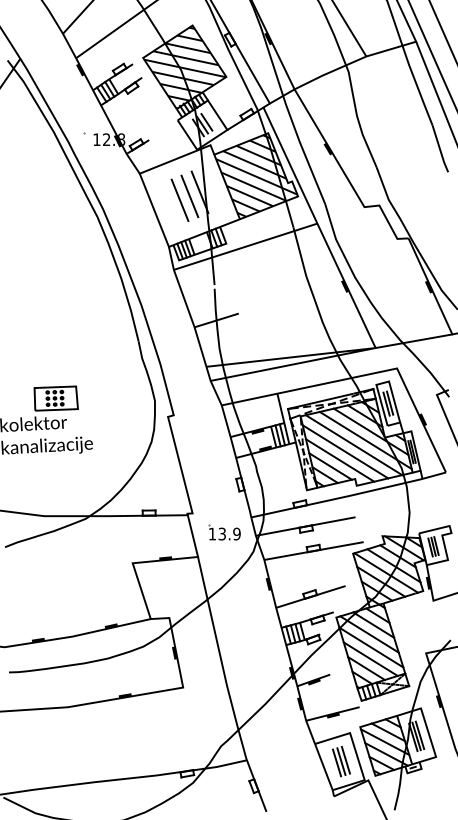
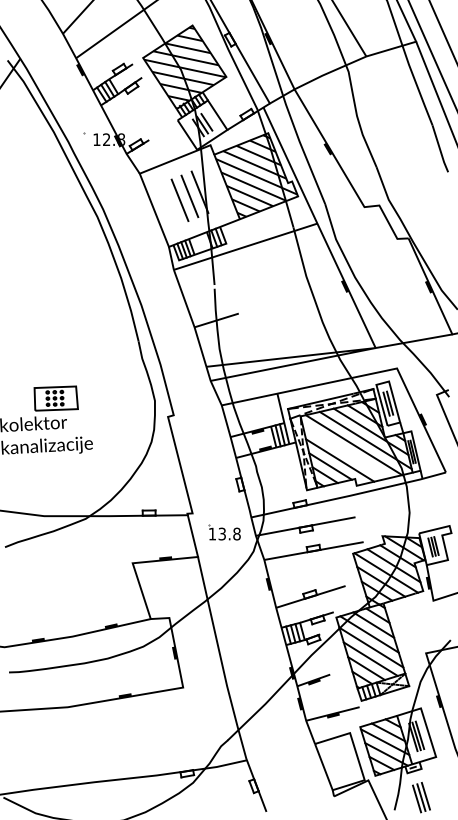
line at (345, 451): present -> none
text at (236, 534): 13.9 -> 13.8
part at (341, 761) position: (341, 761) -> (421, 797)
